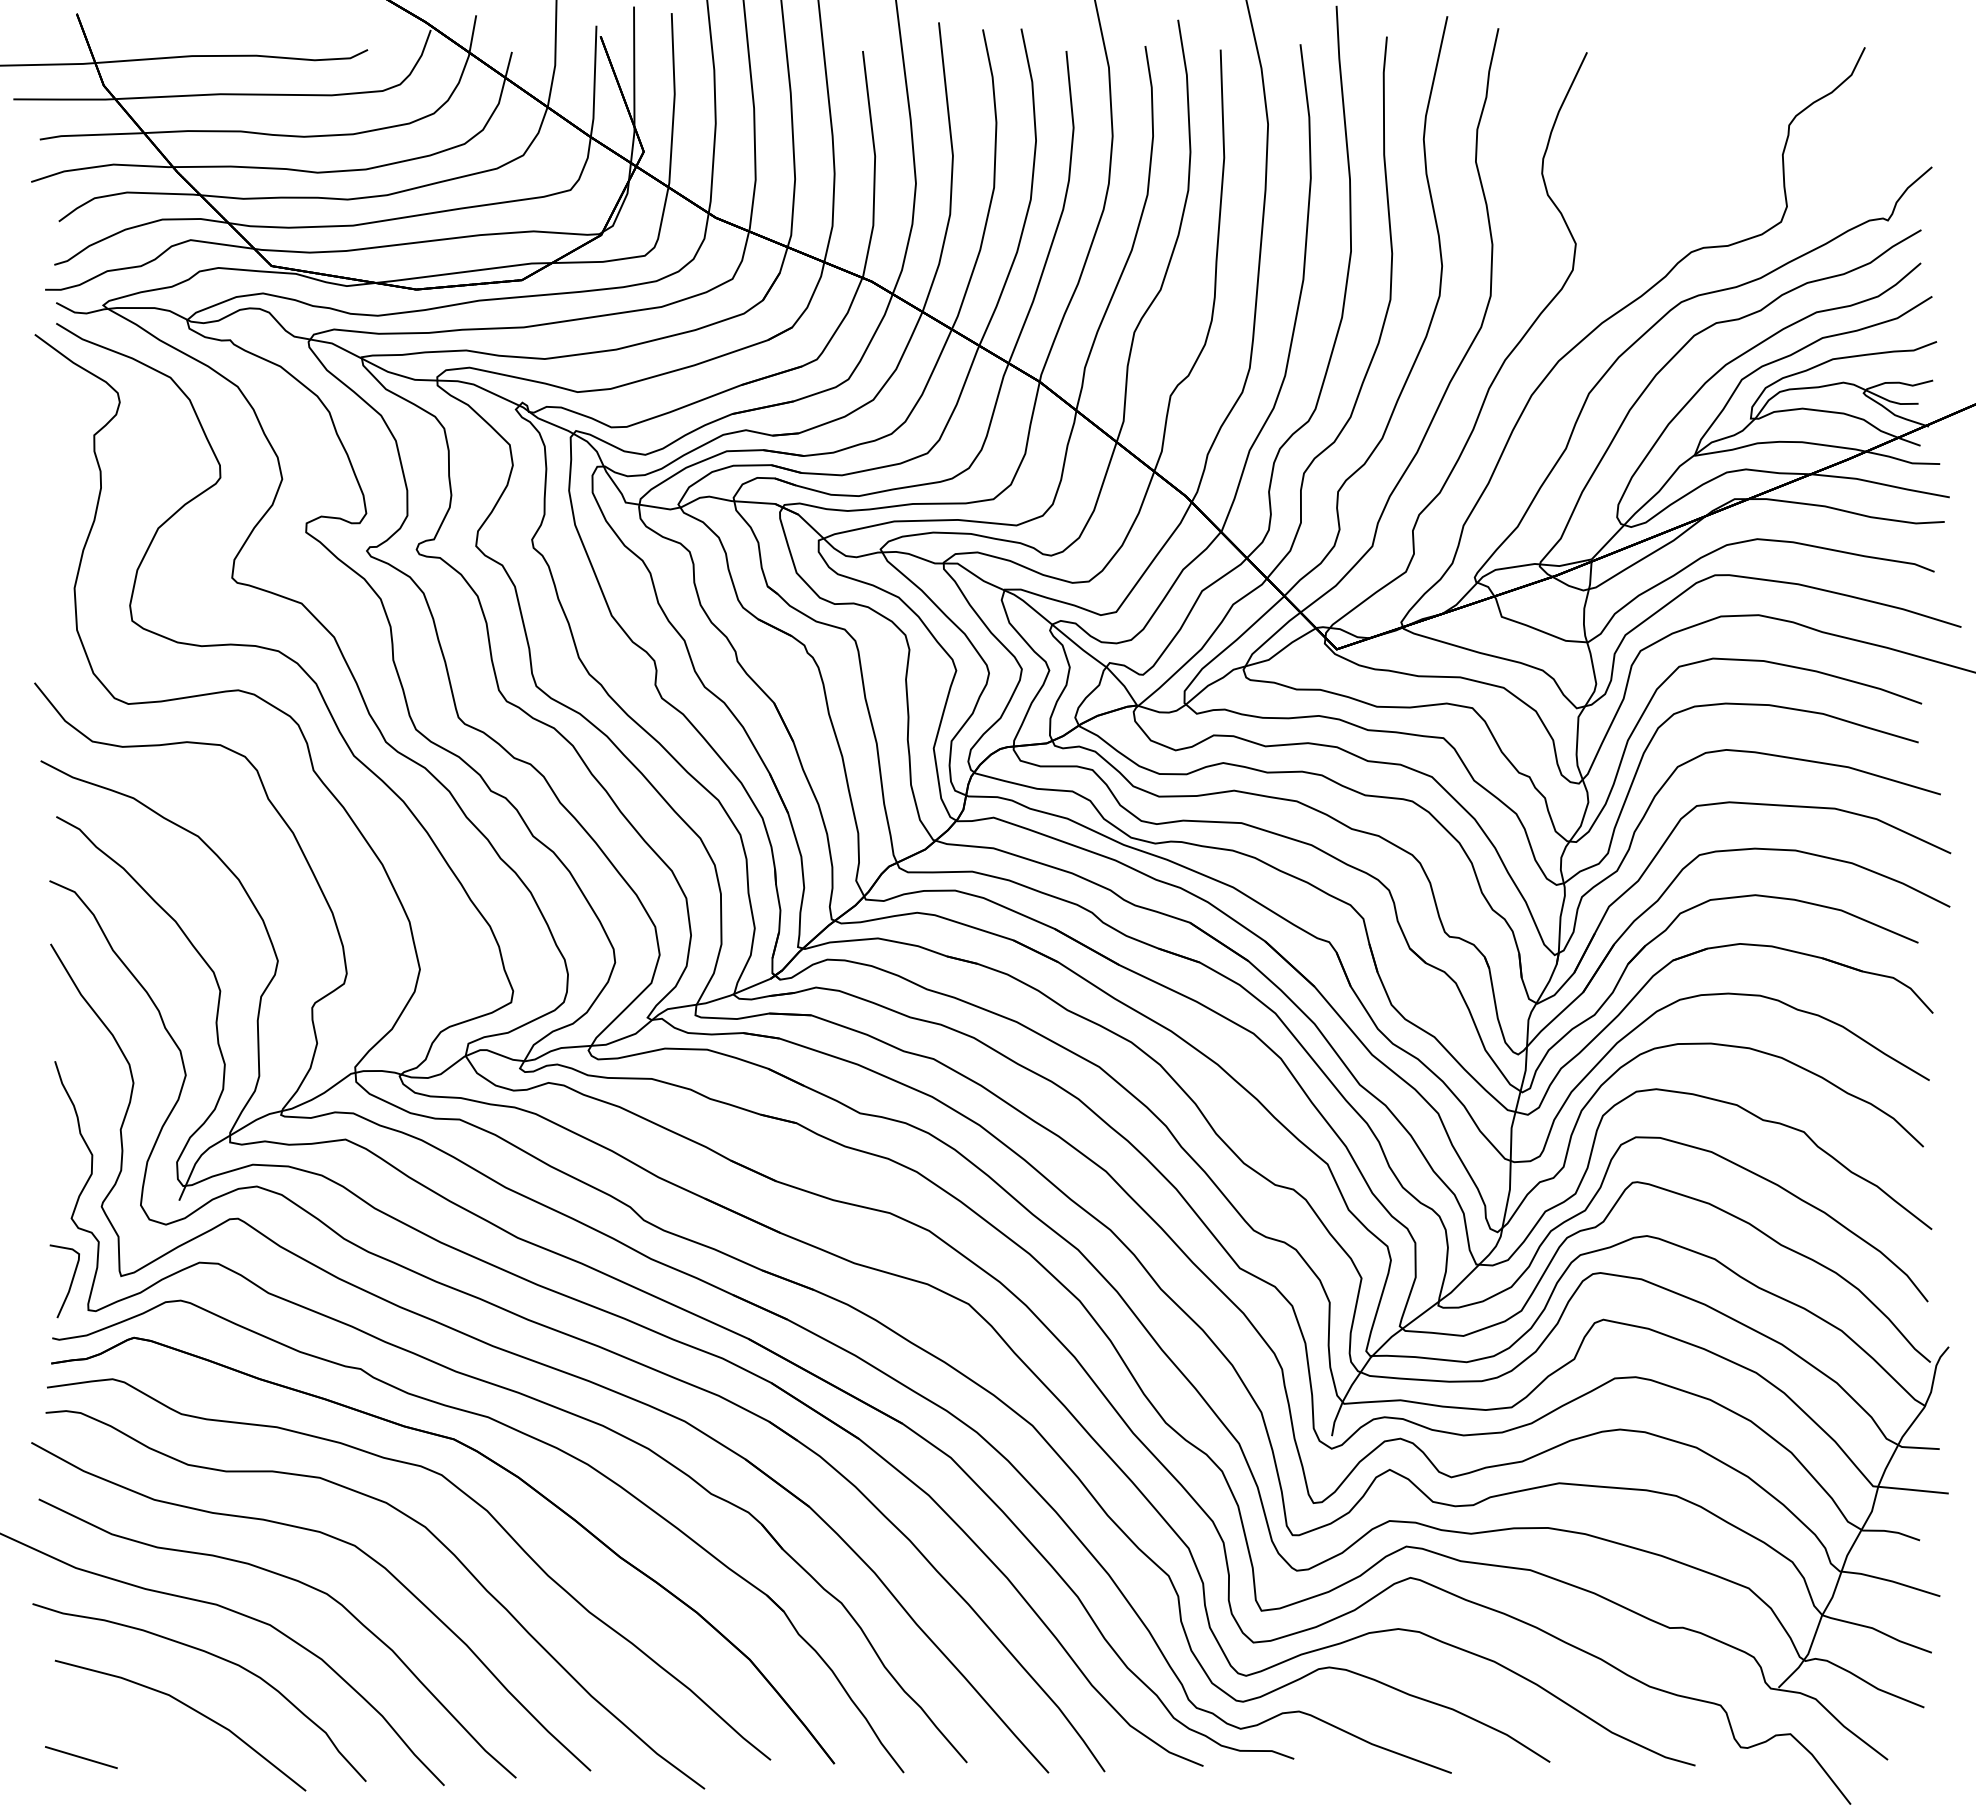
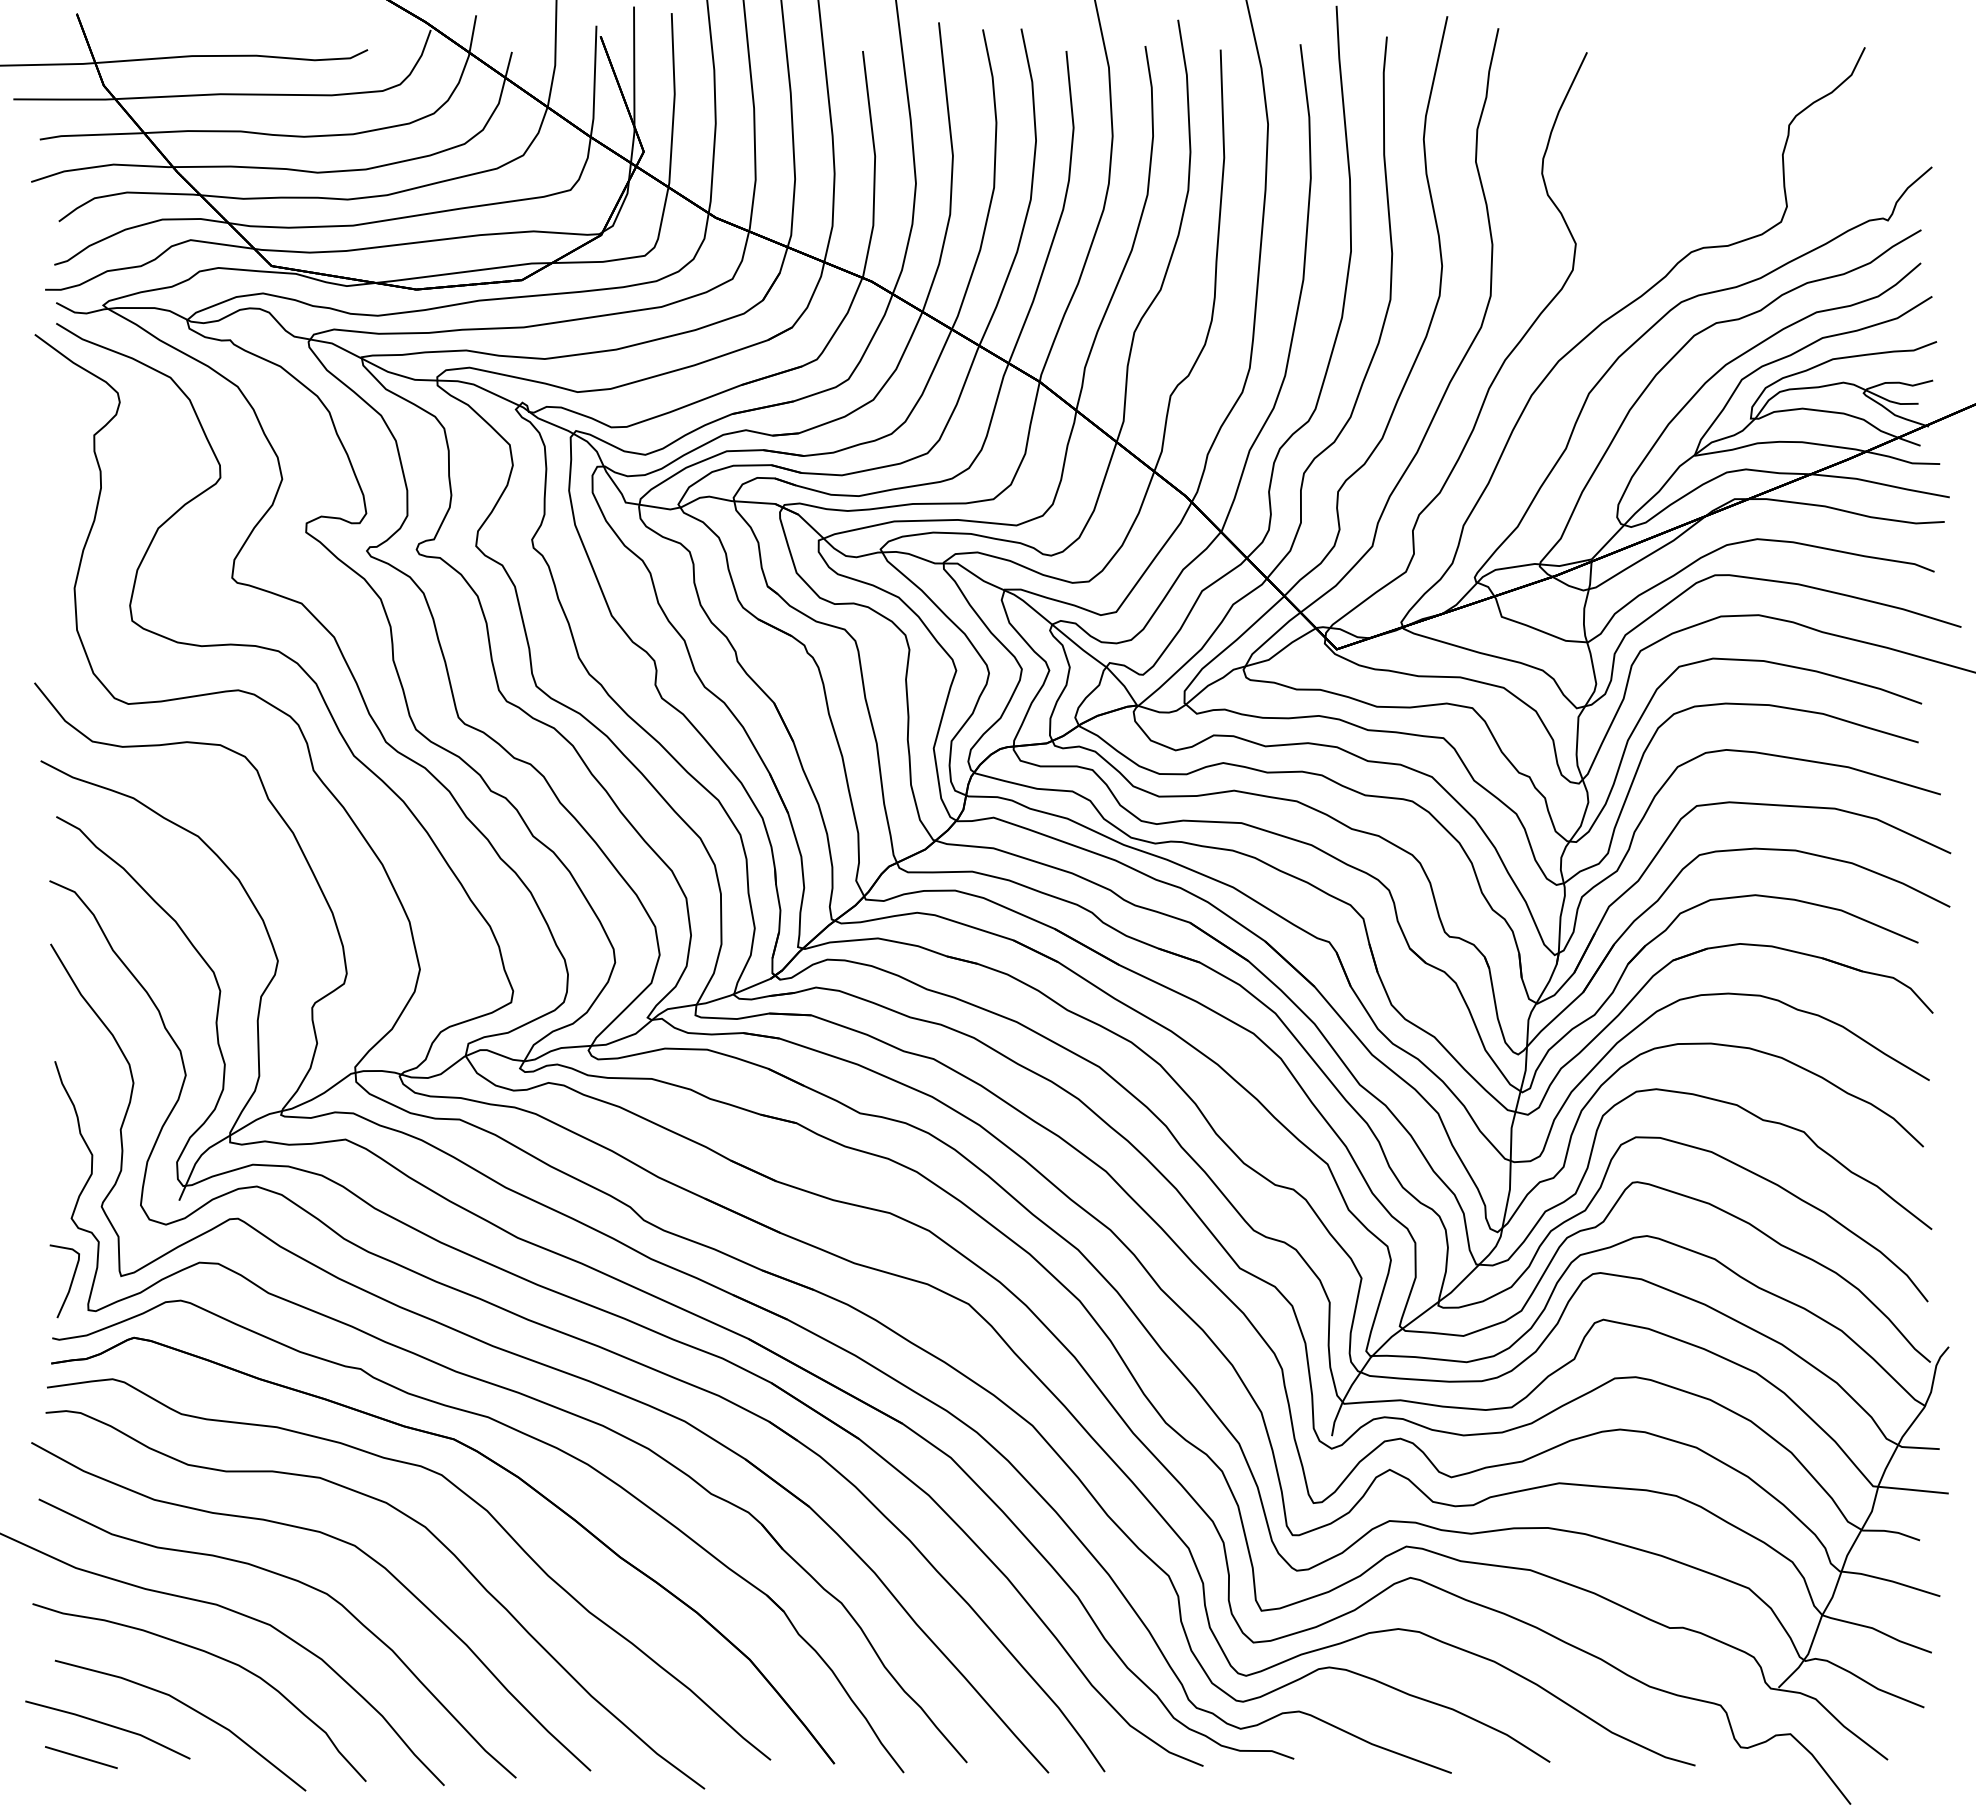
line at (109, 1726): none -> present
